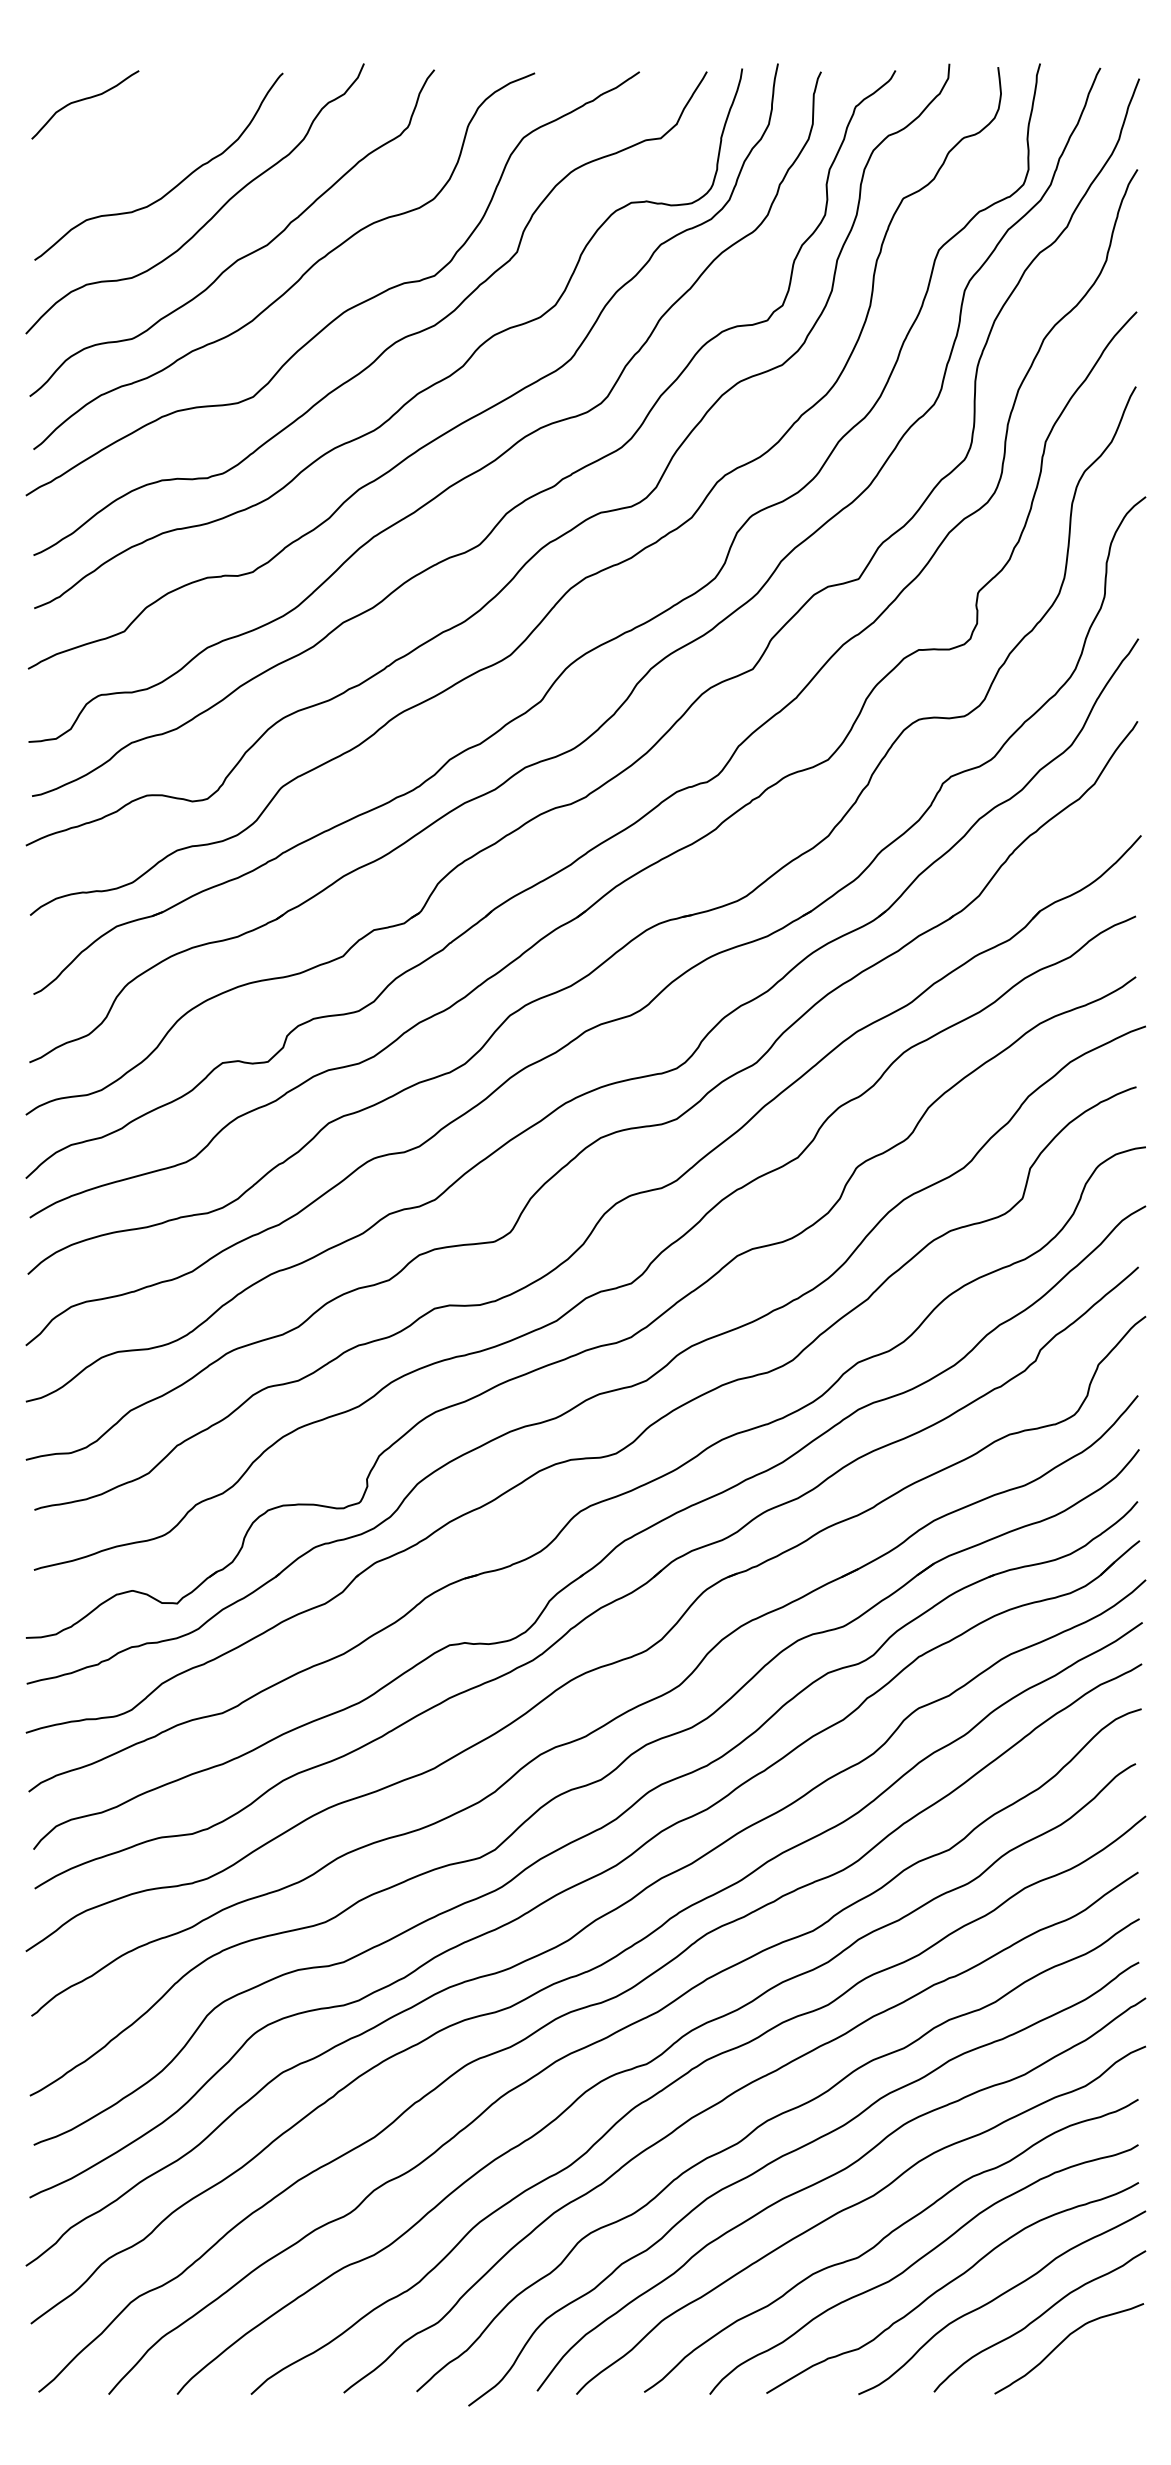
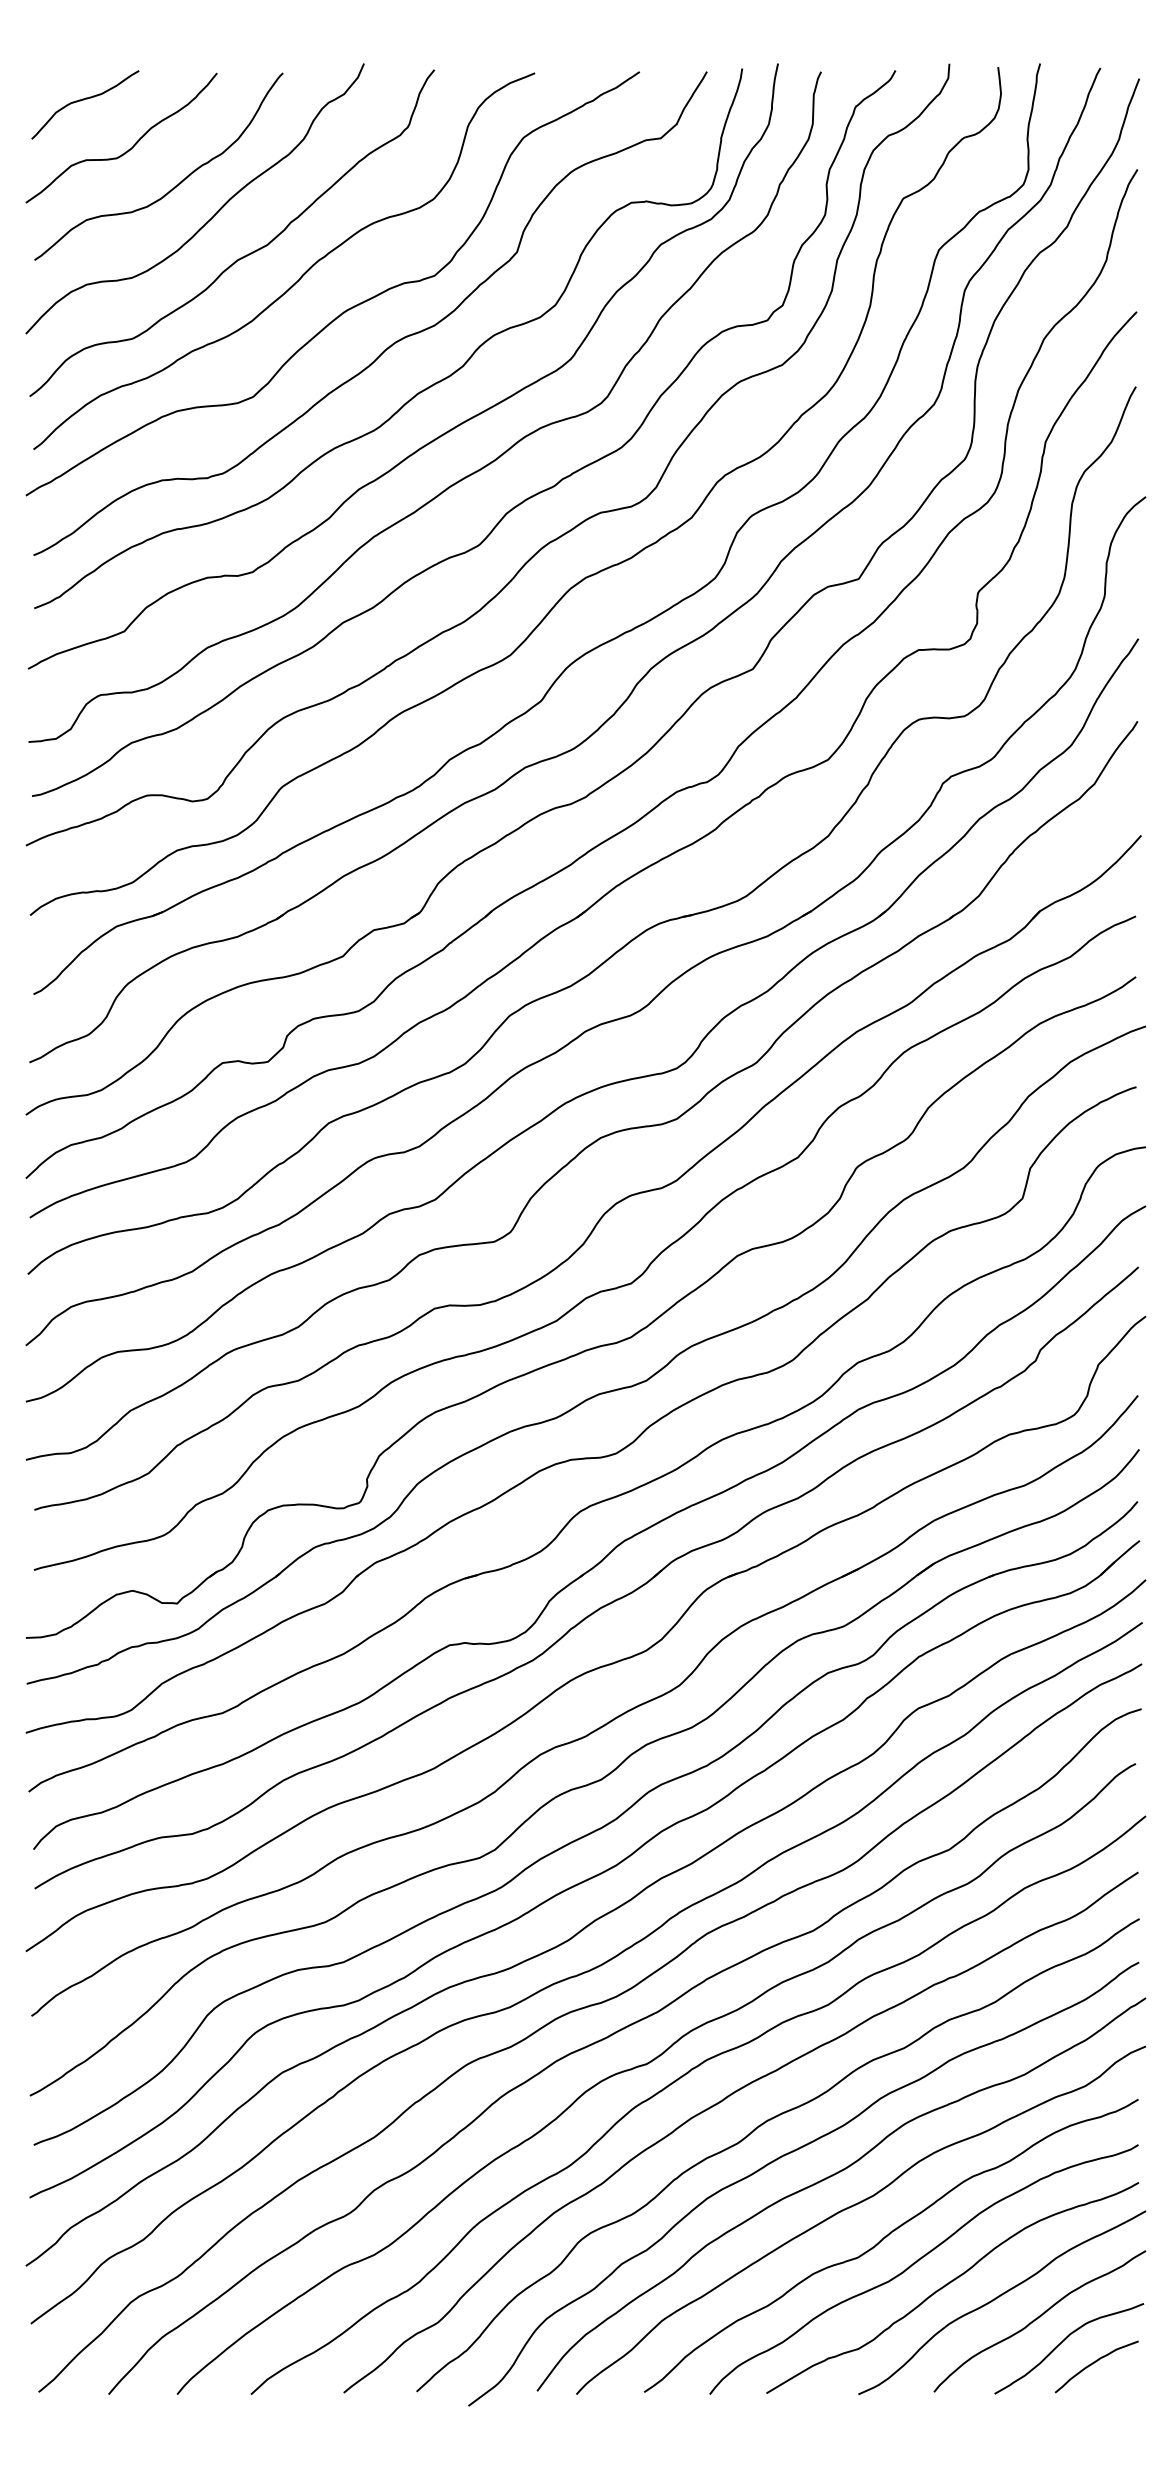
curve at (129, 148): none -> present
curve at (1094, 2363): none -> present
